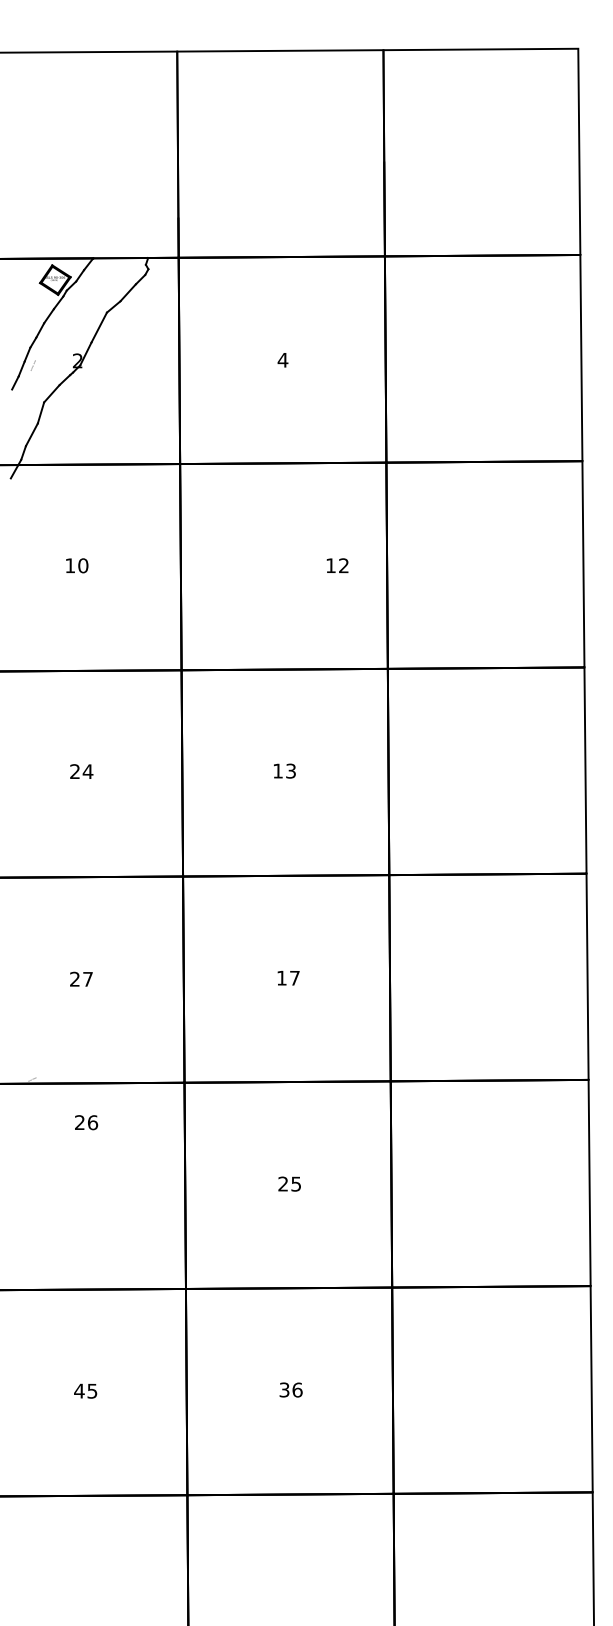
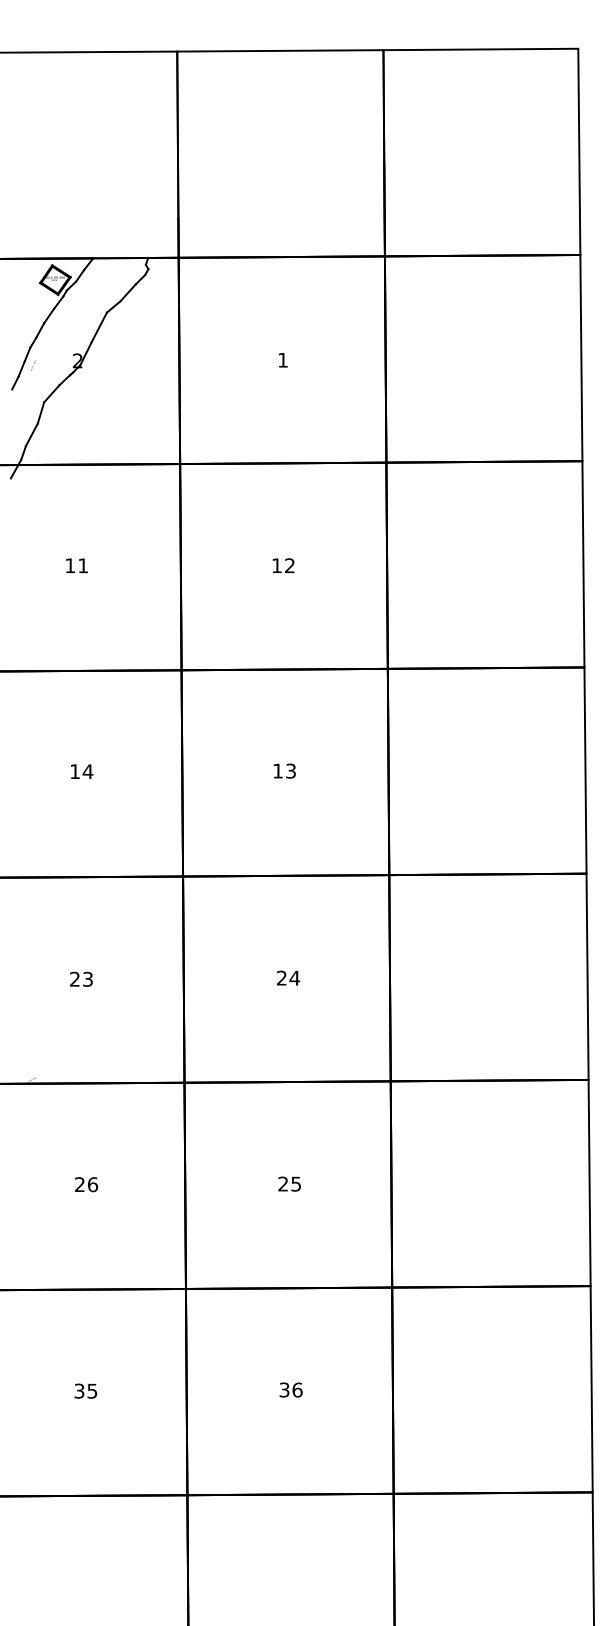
text at (282, 360): 4 -> 1
text at (83, 565): 10 -> 11
text at (337, 565) position: (337, 565) -> (283, 565)
text at (74, 771): 24 -> 14
text at (288, 977): 17 -> 24
text at (87, 978): 27 -> 23
text at (86, 1122) position: (86, 1122) -> (86, 1184)
text at (79, 1390): 45 -> 35
